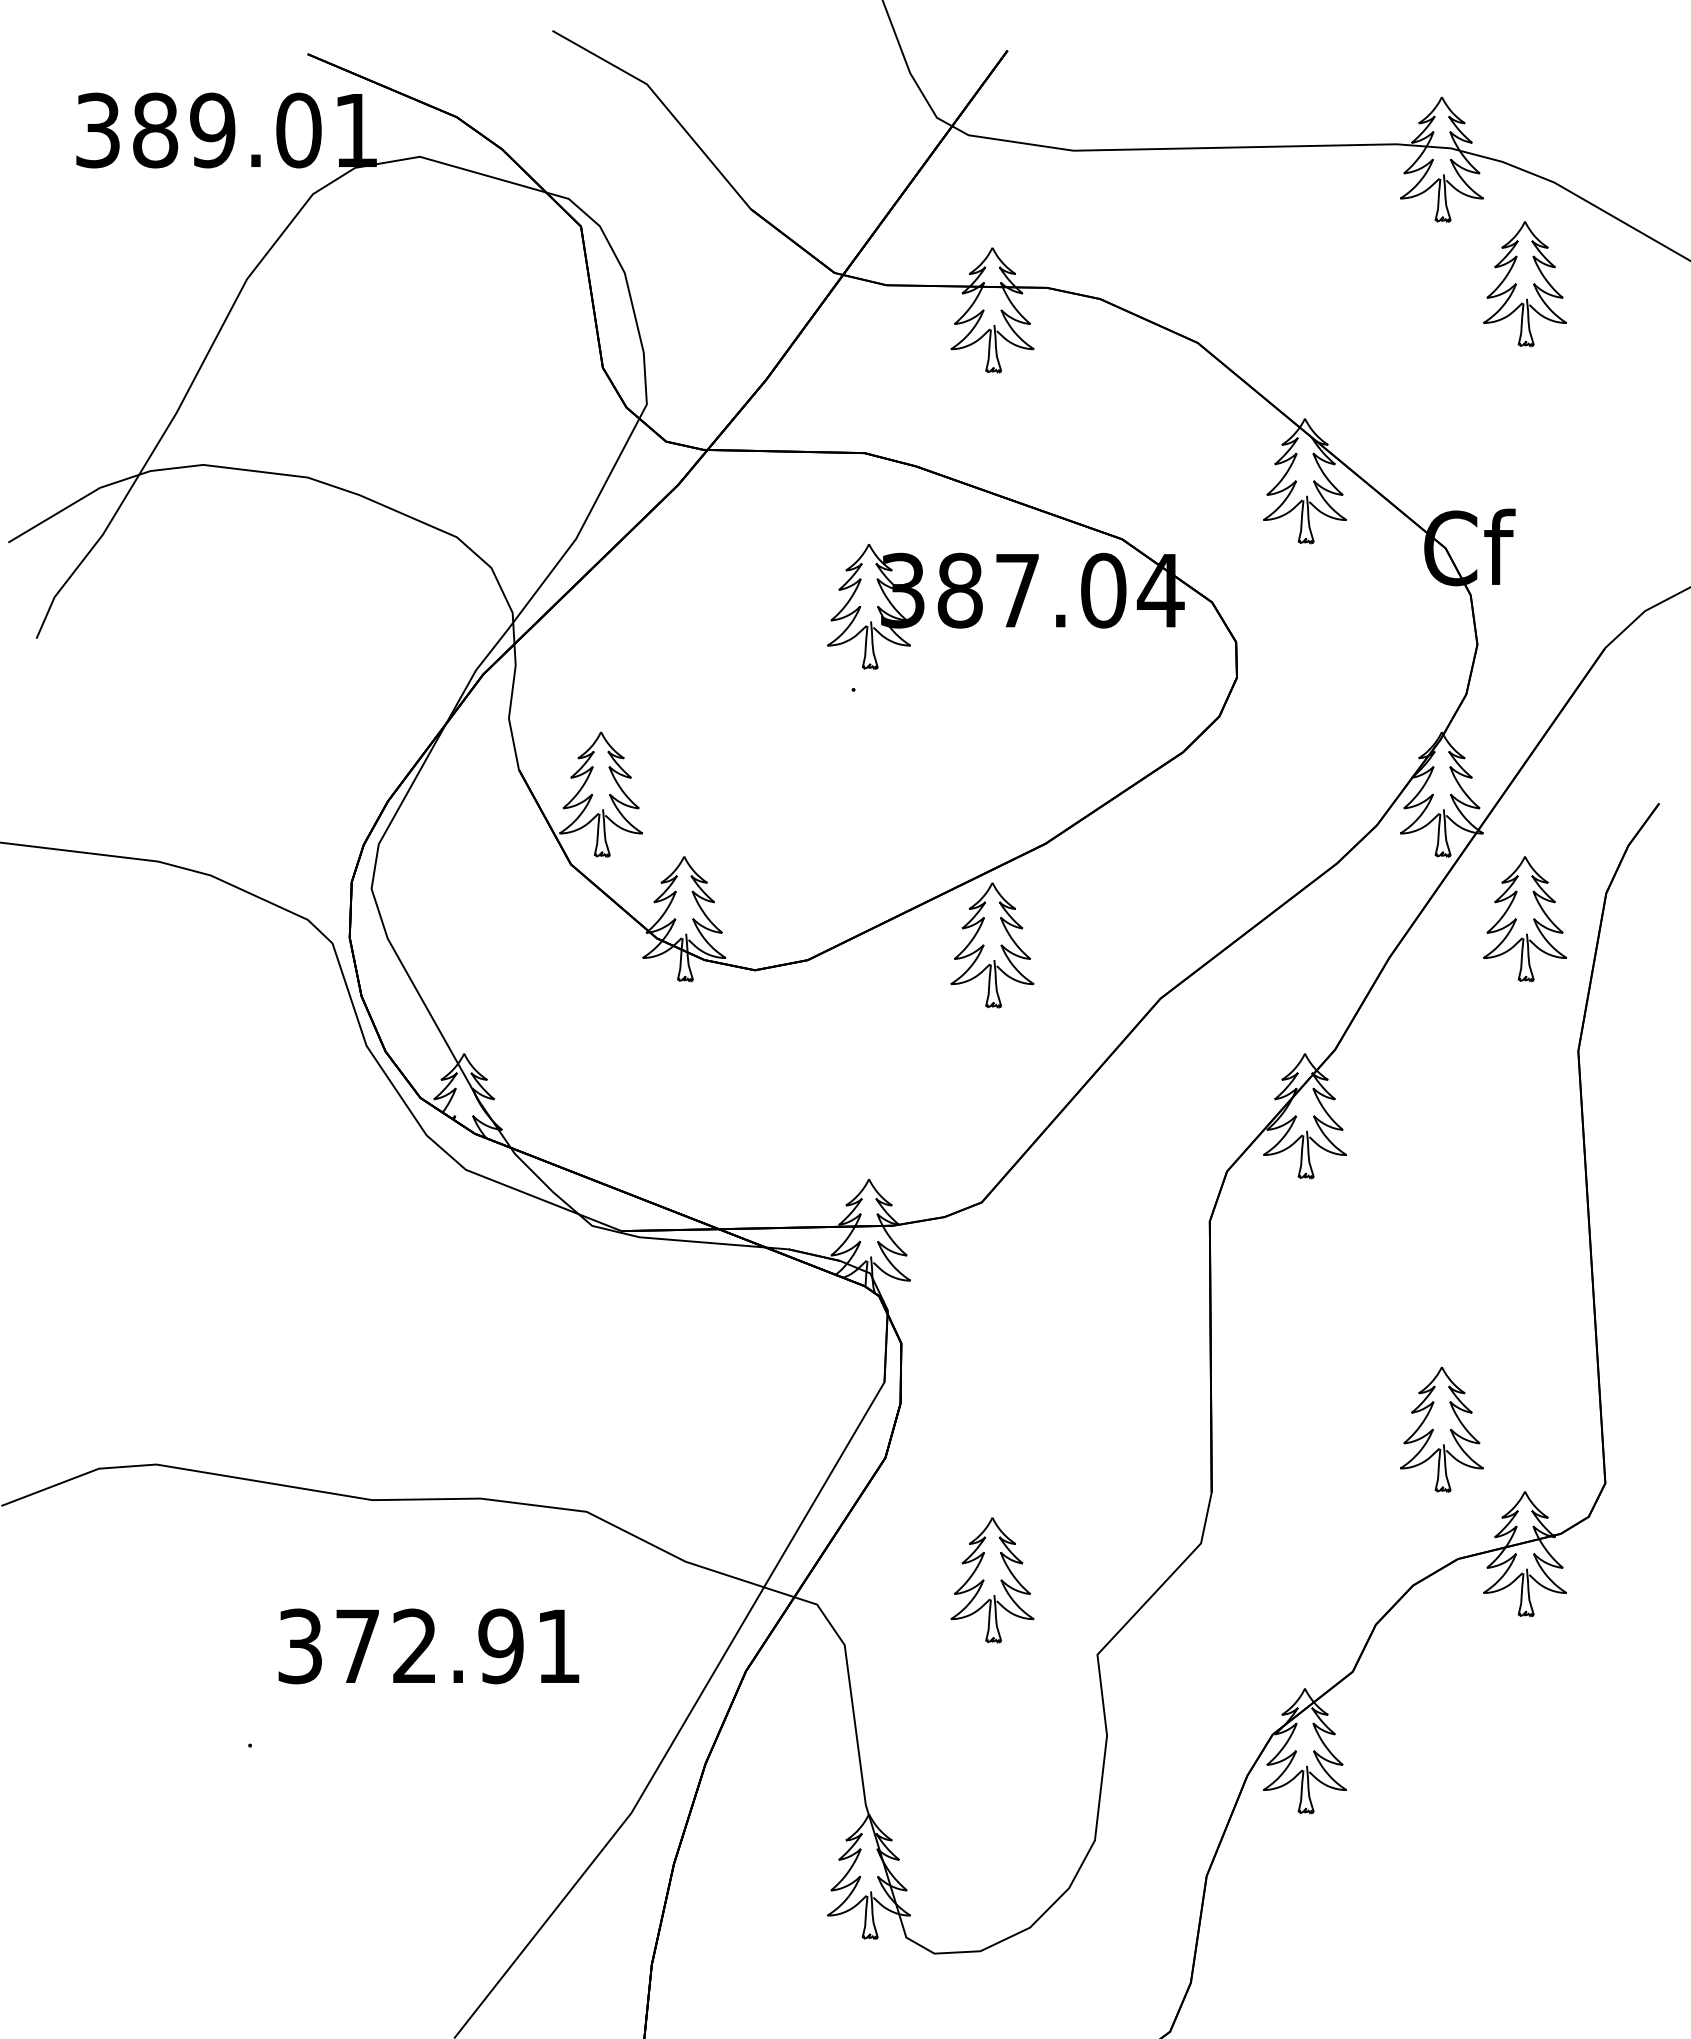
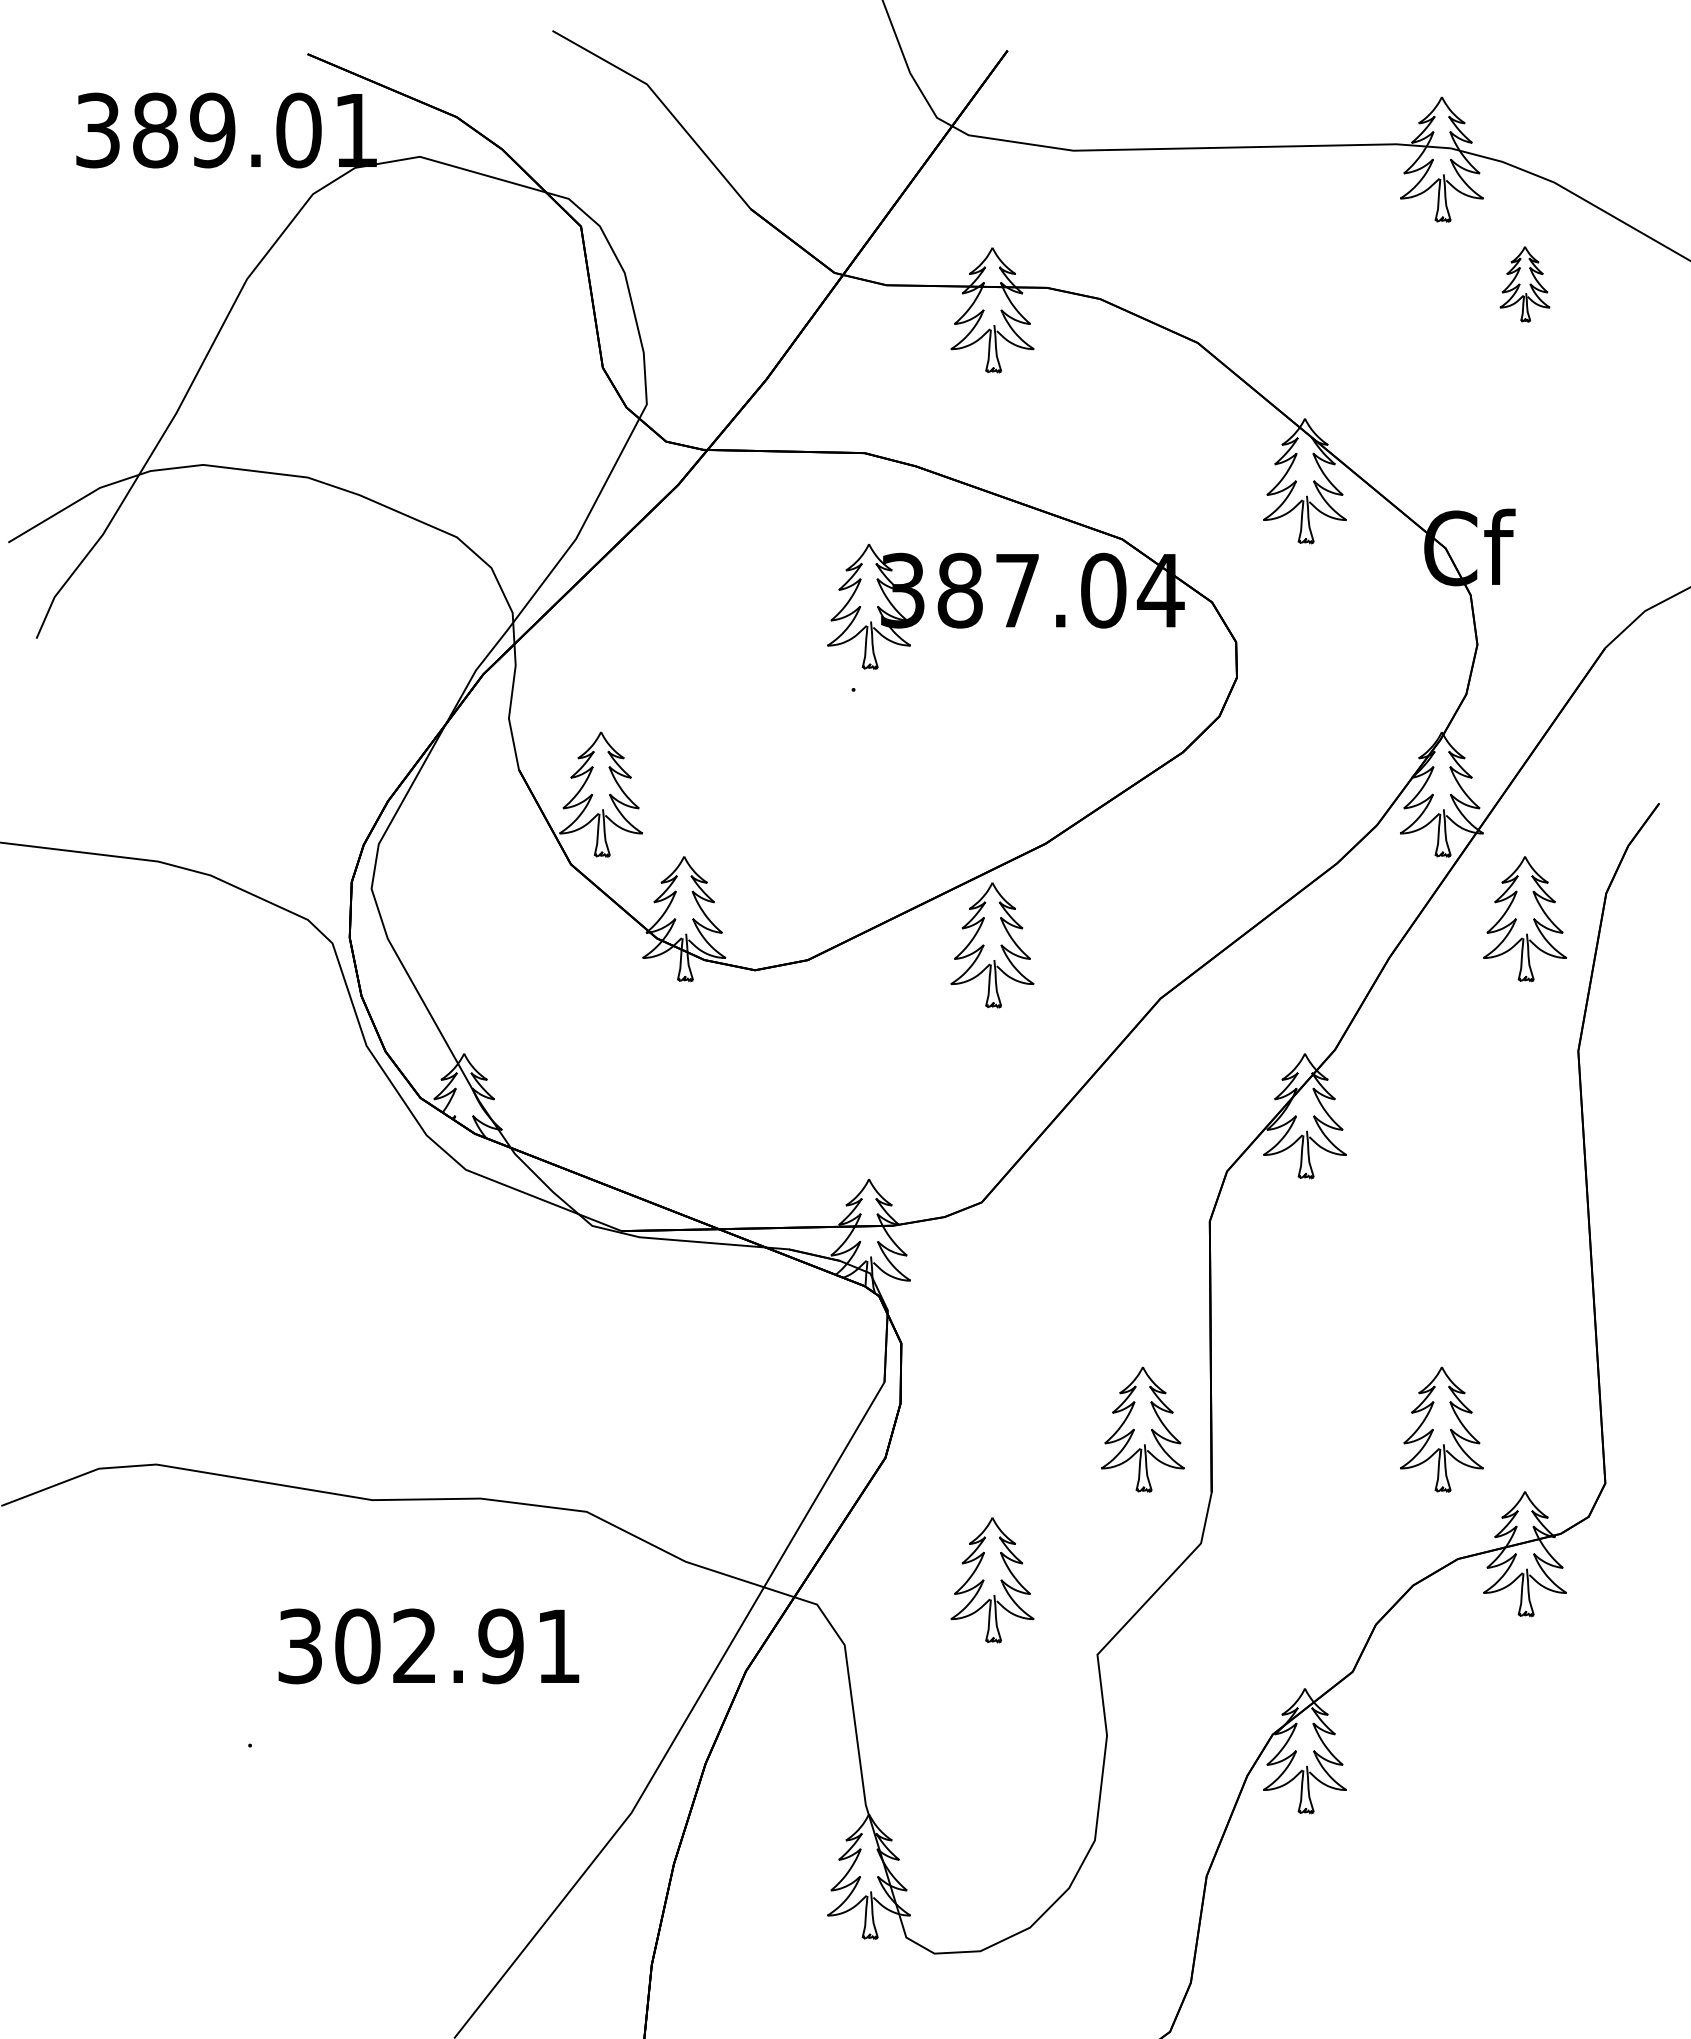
part at (1524, 284) size: 84x127 px -> 52x77 px
part at (1142, 1429): none -> present
text at (357, 1646): 372.91 -> 302.91
